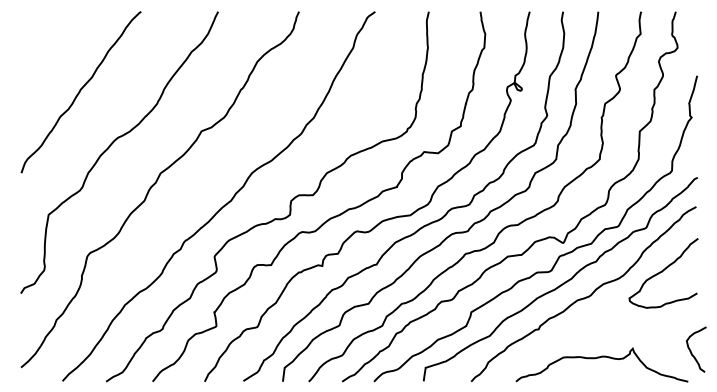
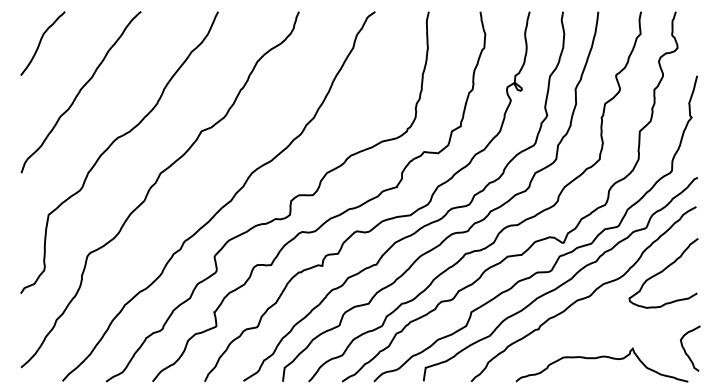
curve at (40, 43): none -> present
curve at (691, 350) position: (691, 350) -> (685, 349)
